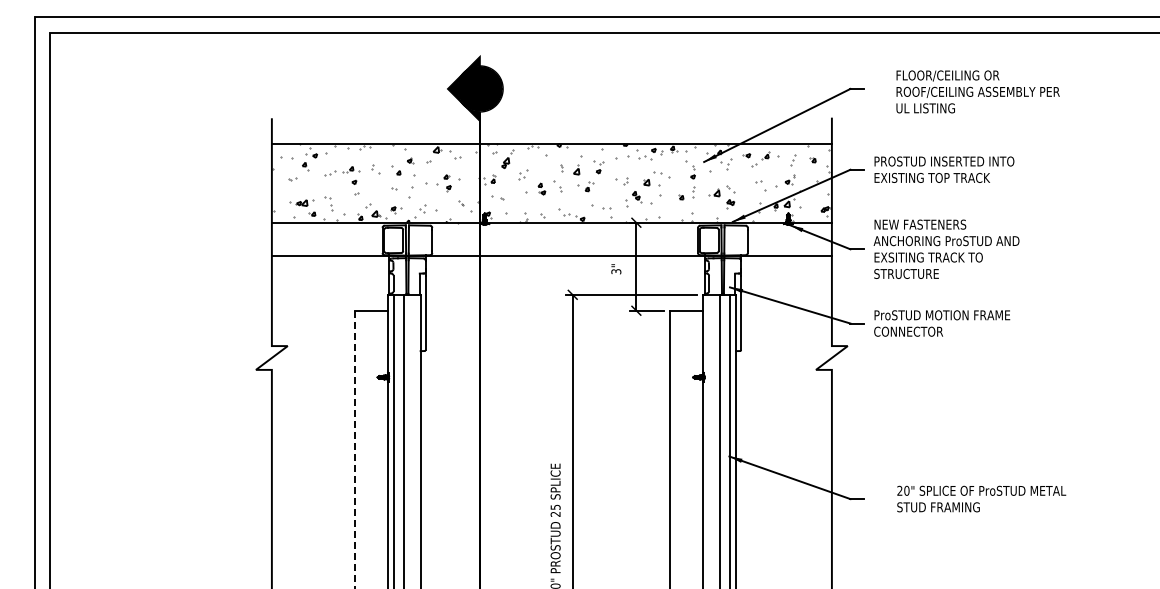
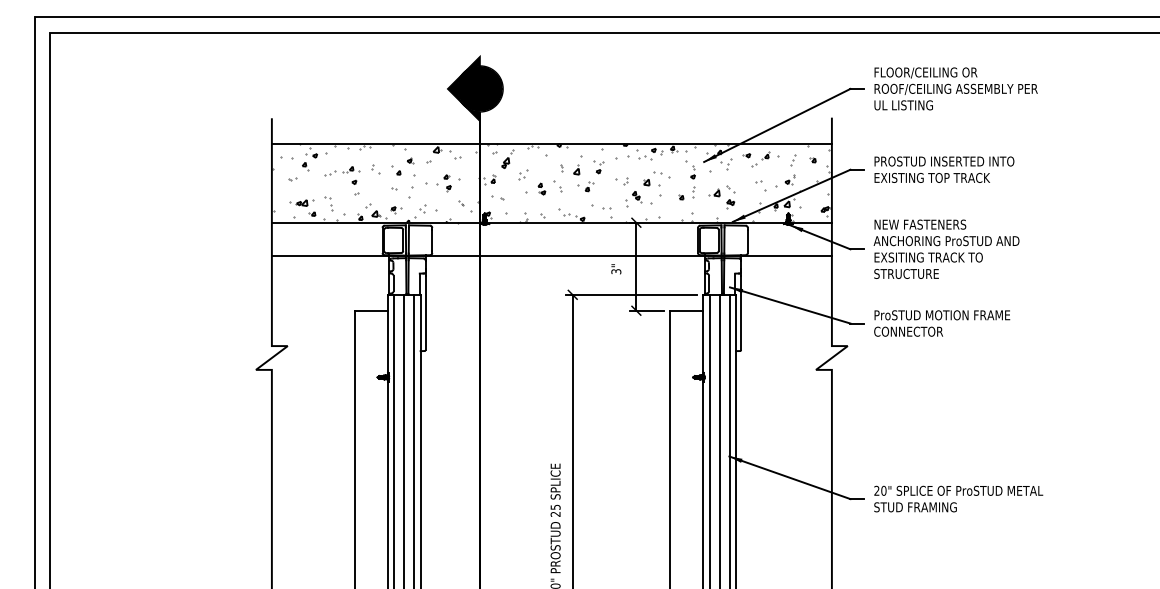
text at (977, 91) position: (977, 91) -> (955, 88)
line at (414, 439): none -> present
line at (709, 439): none -> present
line at (354, 449): dashed -> solid
text at (981, 498) position: (981, 498) -> (958, 498)
